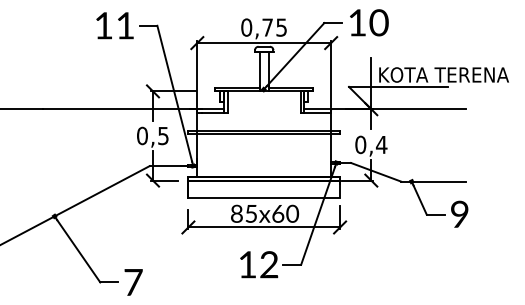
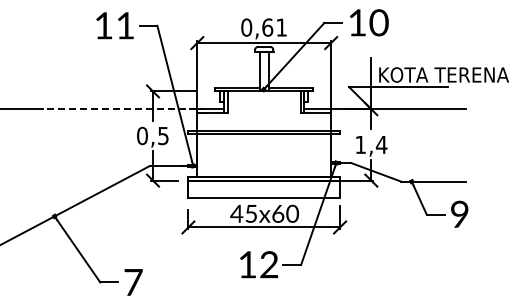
text at (274, 27): 0,75 -> 0,61
line at (119, 109): solid -> dashed
text at (360, 144): 0,4 -> 1,4
text at (236, 213): 85x60 -> 45x60
